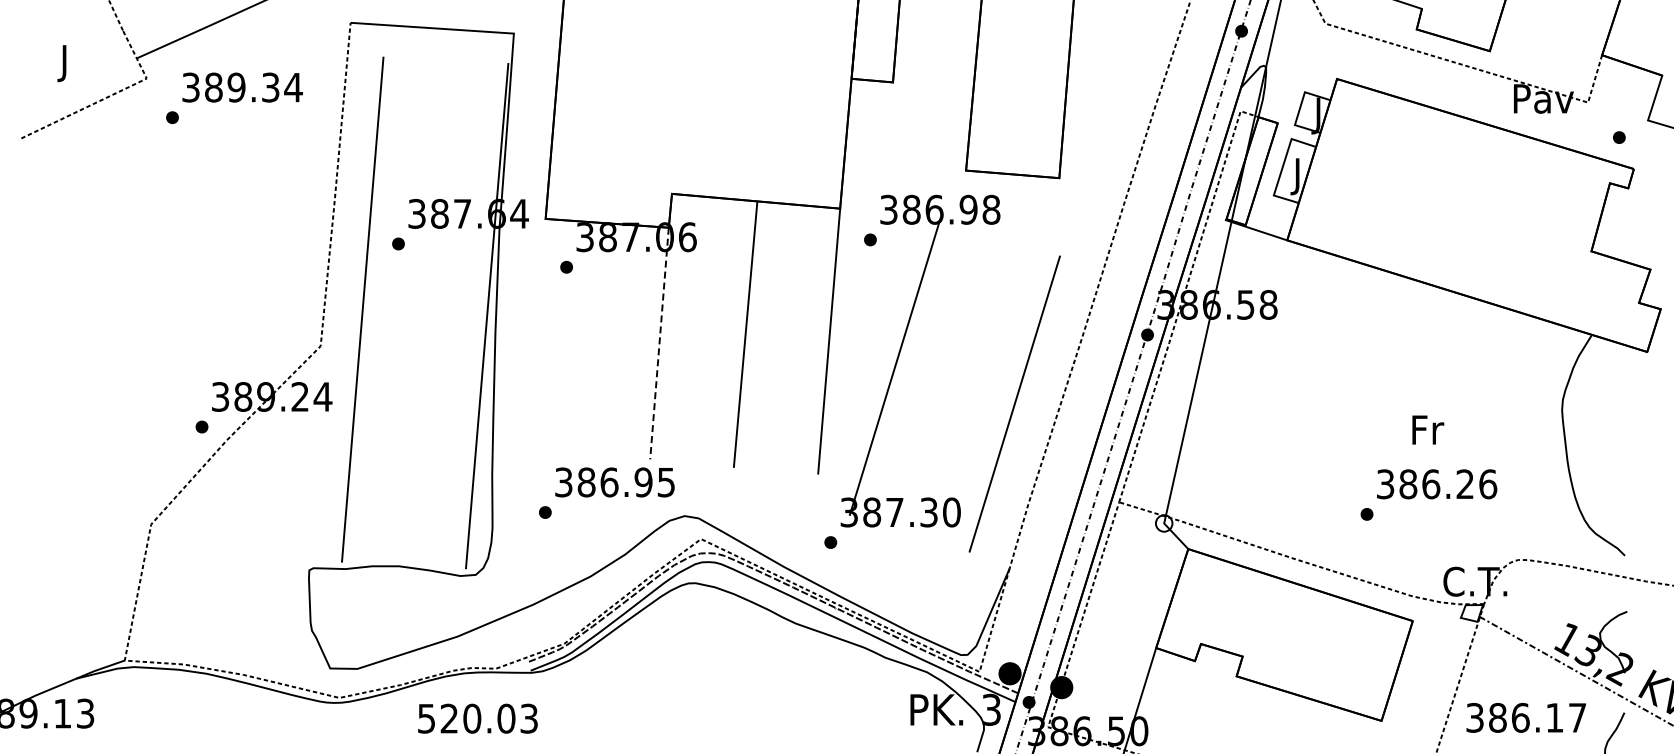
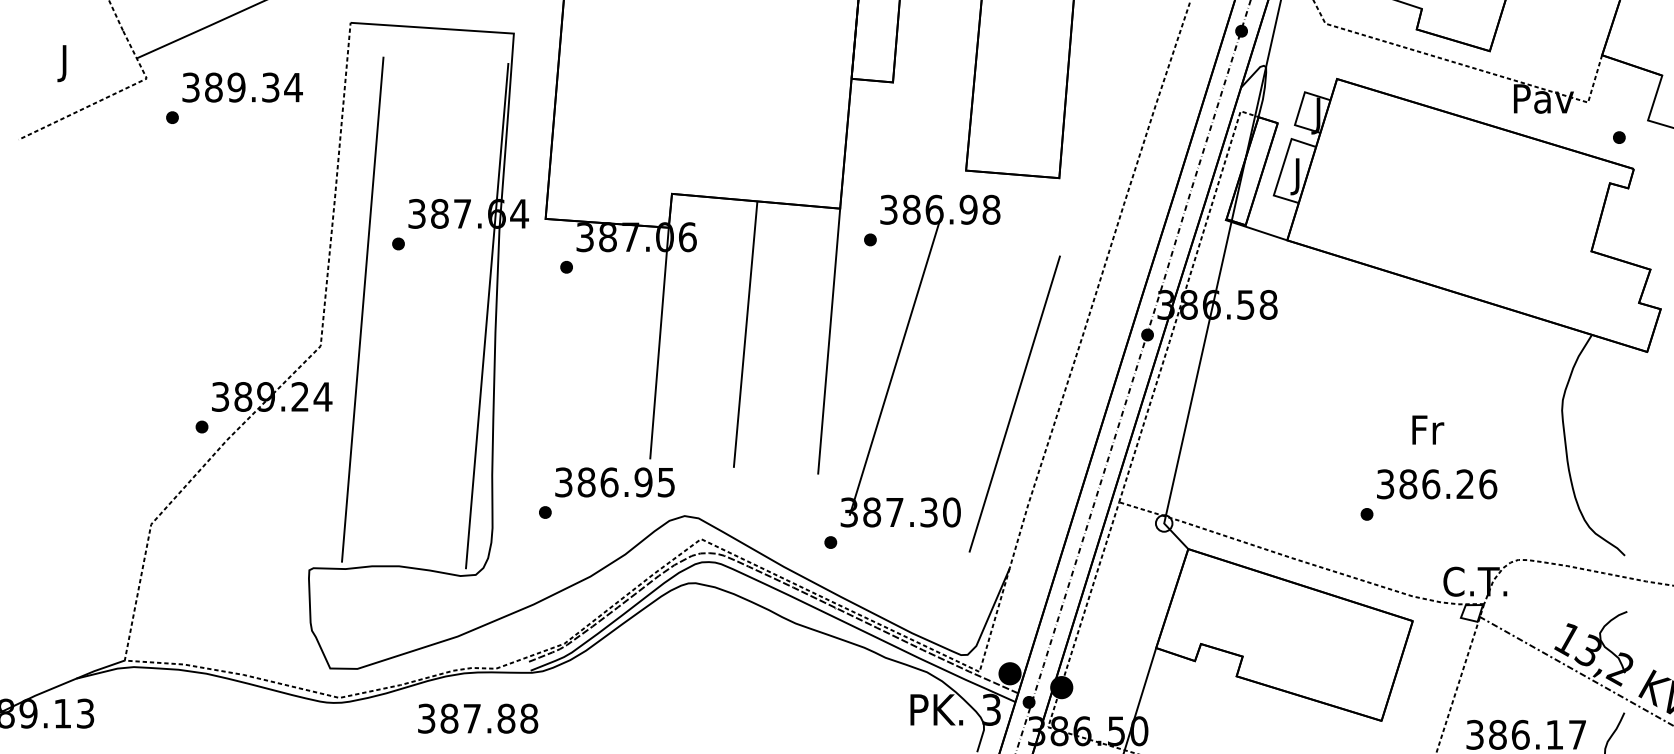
line at (659, 344): dashed -> solid
text at (1525, 717) position: (1525, 717) -> (1525, 734)
text at (478, 718): 520.03 -> 387.88
